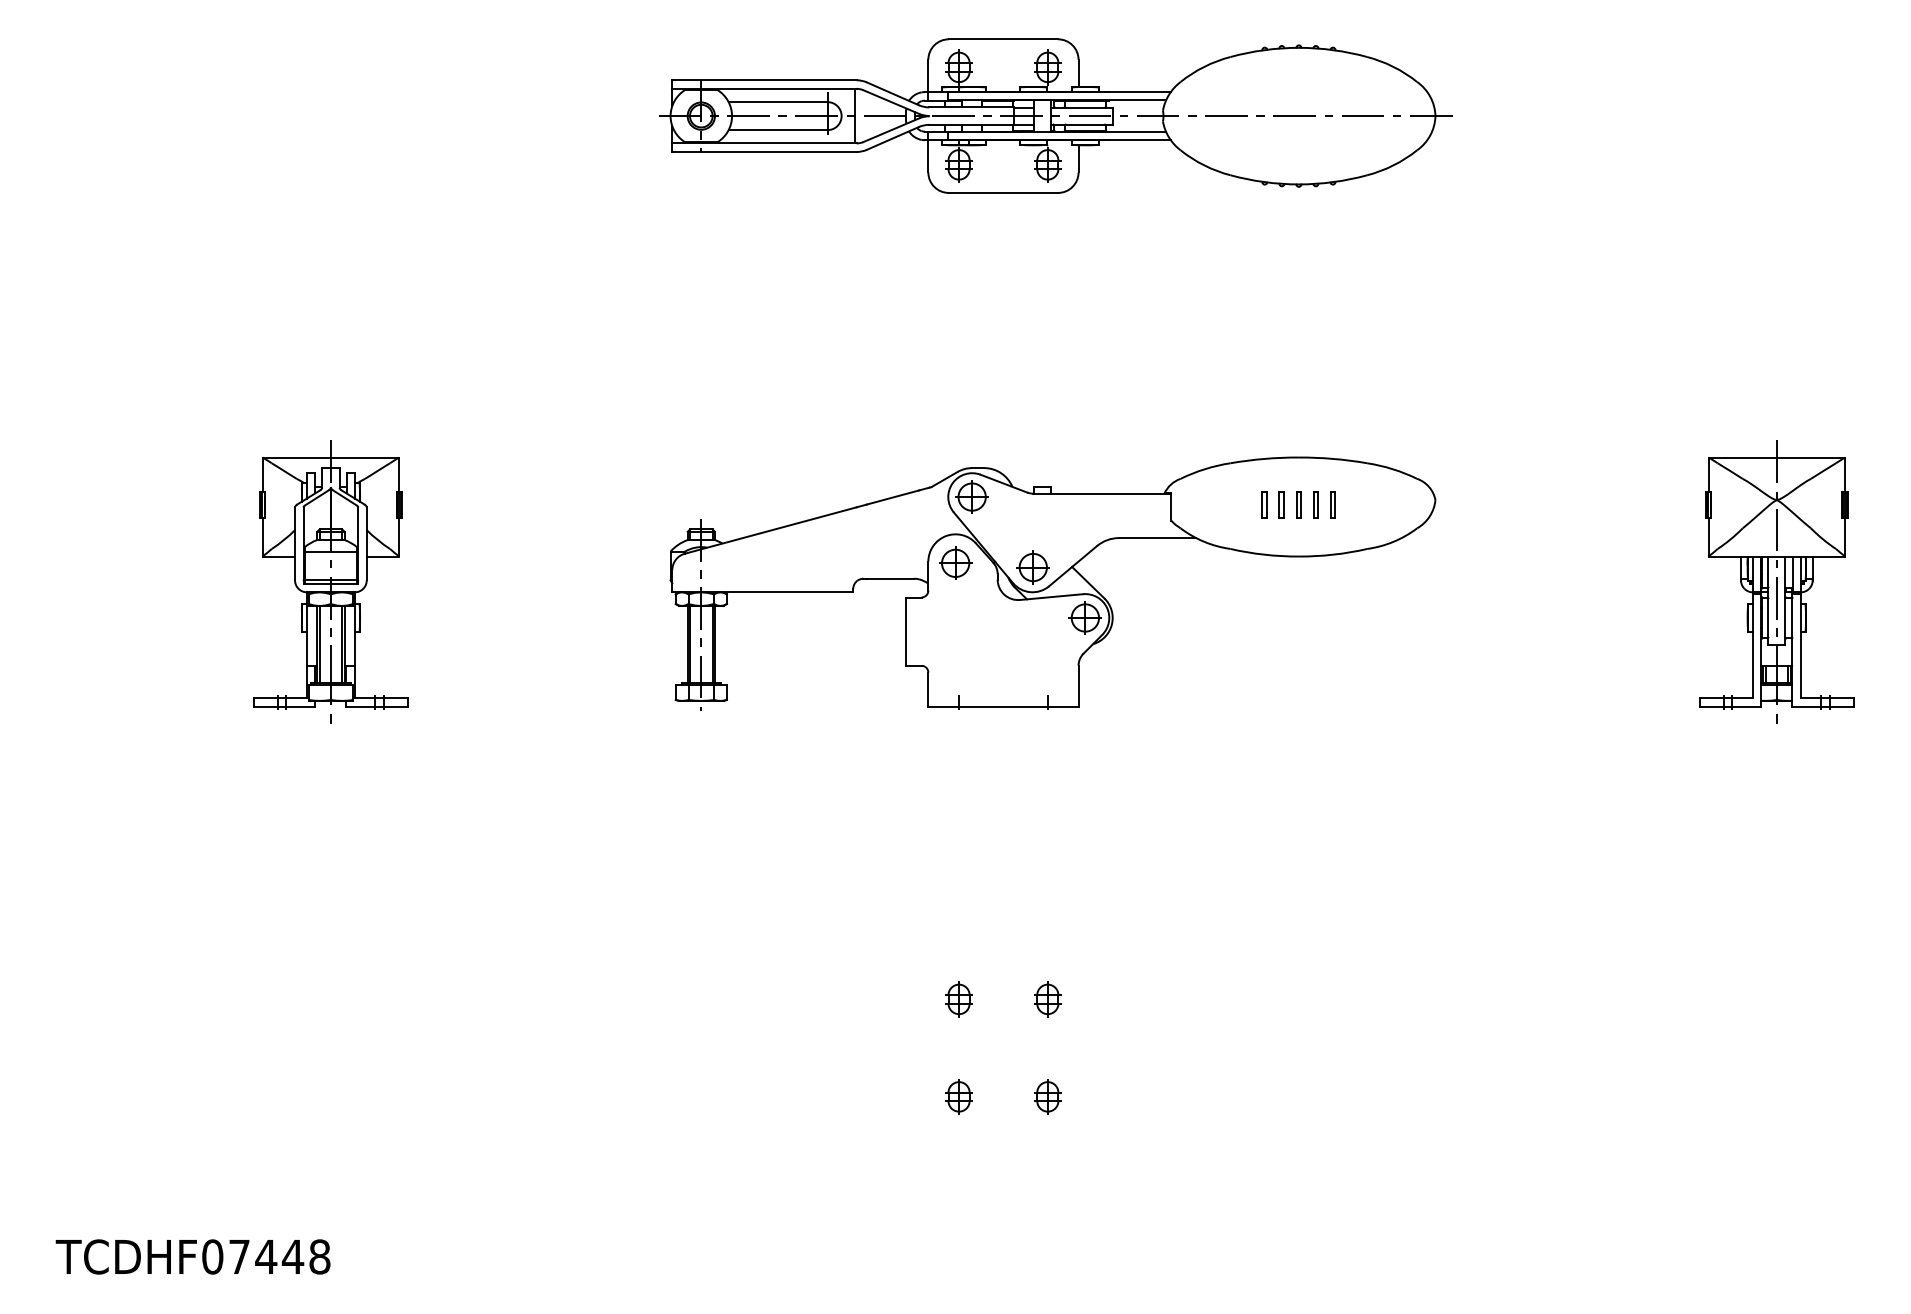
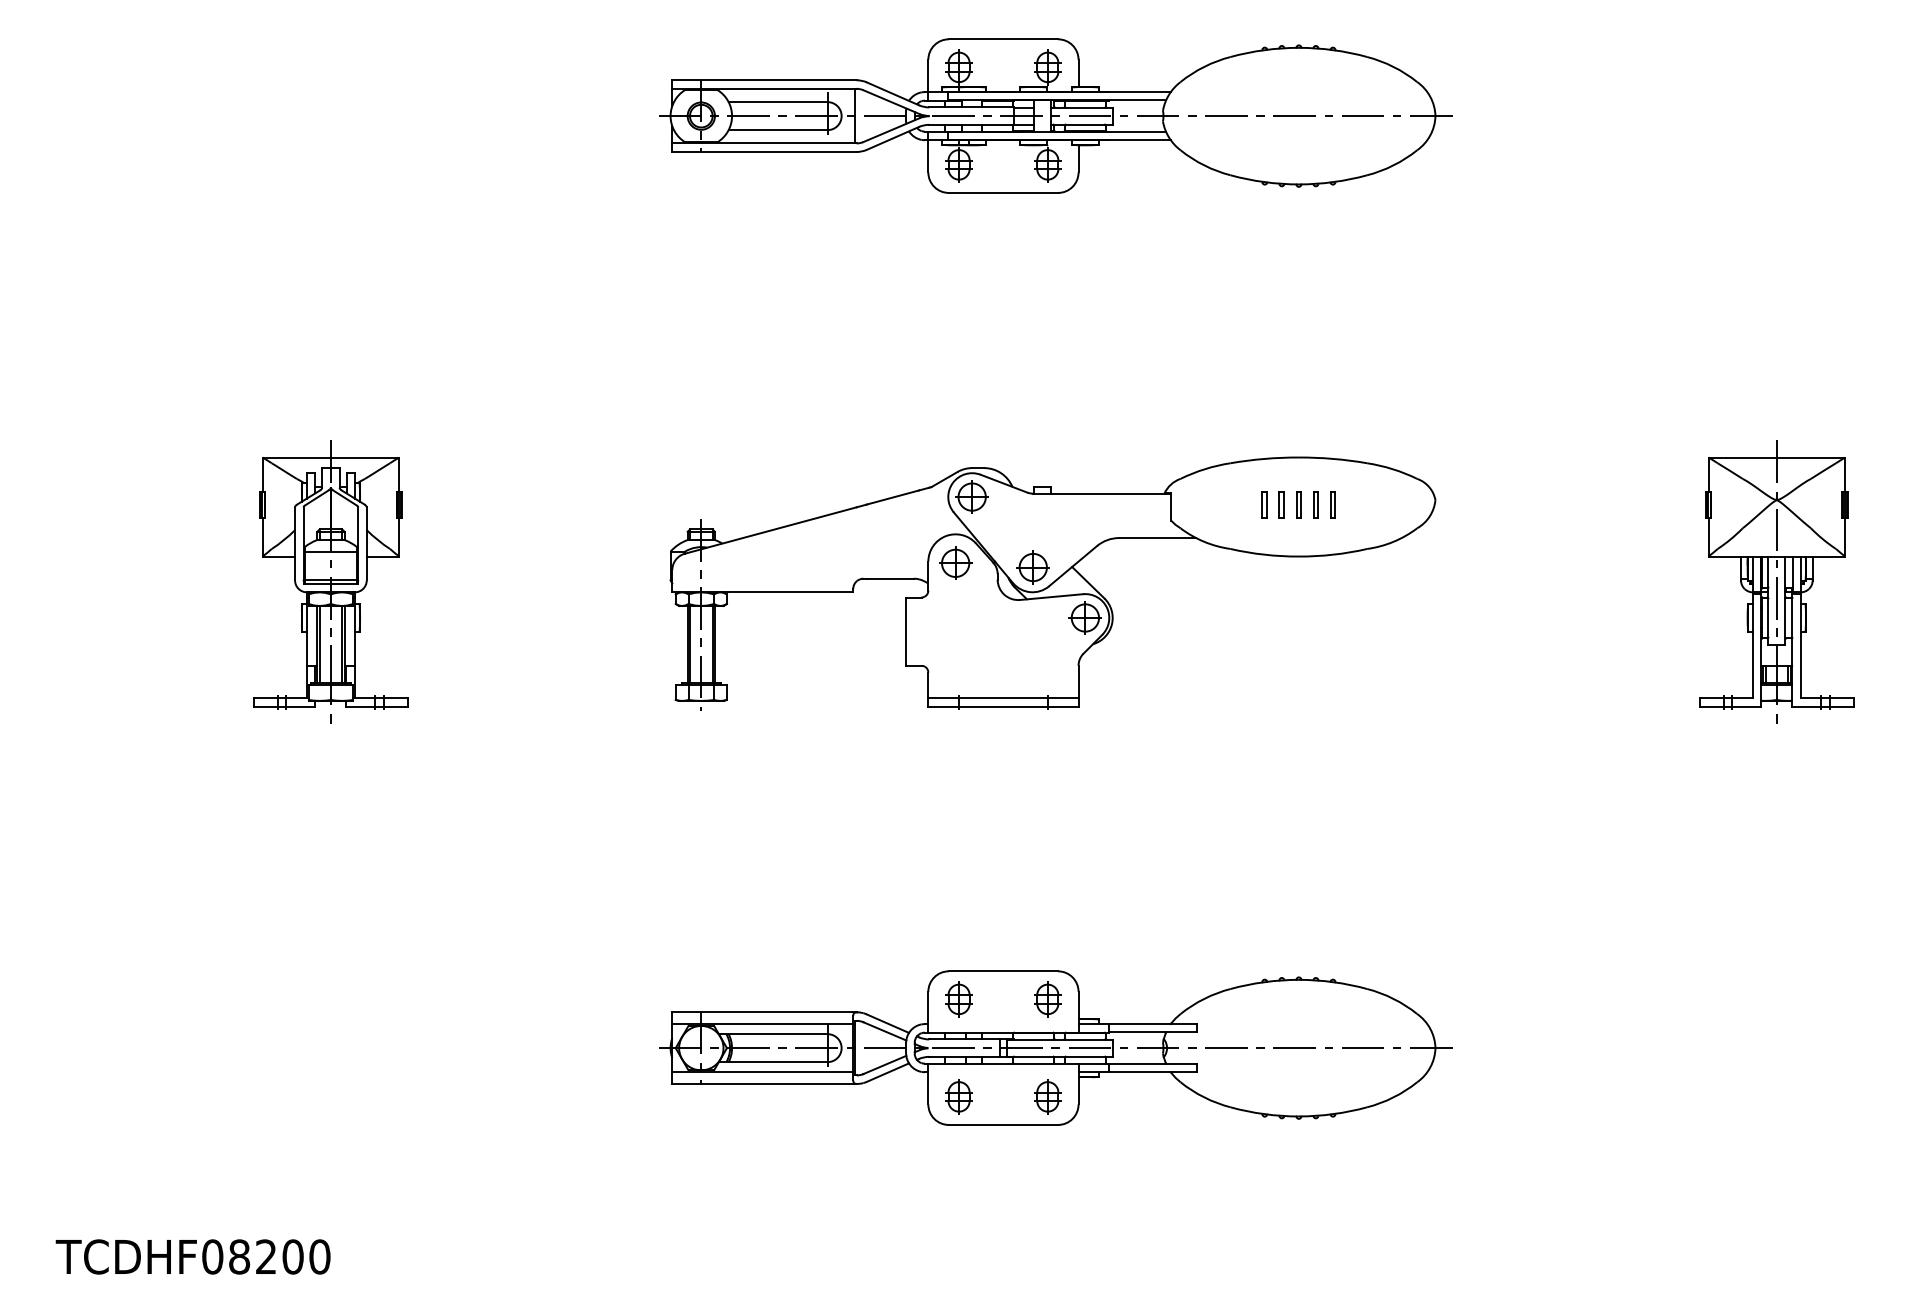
line at (1003, 698): none -> present
part at (1055, 1047): none -> present
text at (279, 1256): TCDHF07448 -> TCDHF08200
